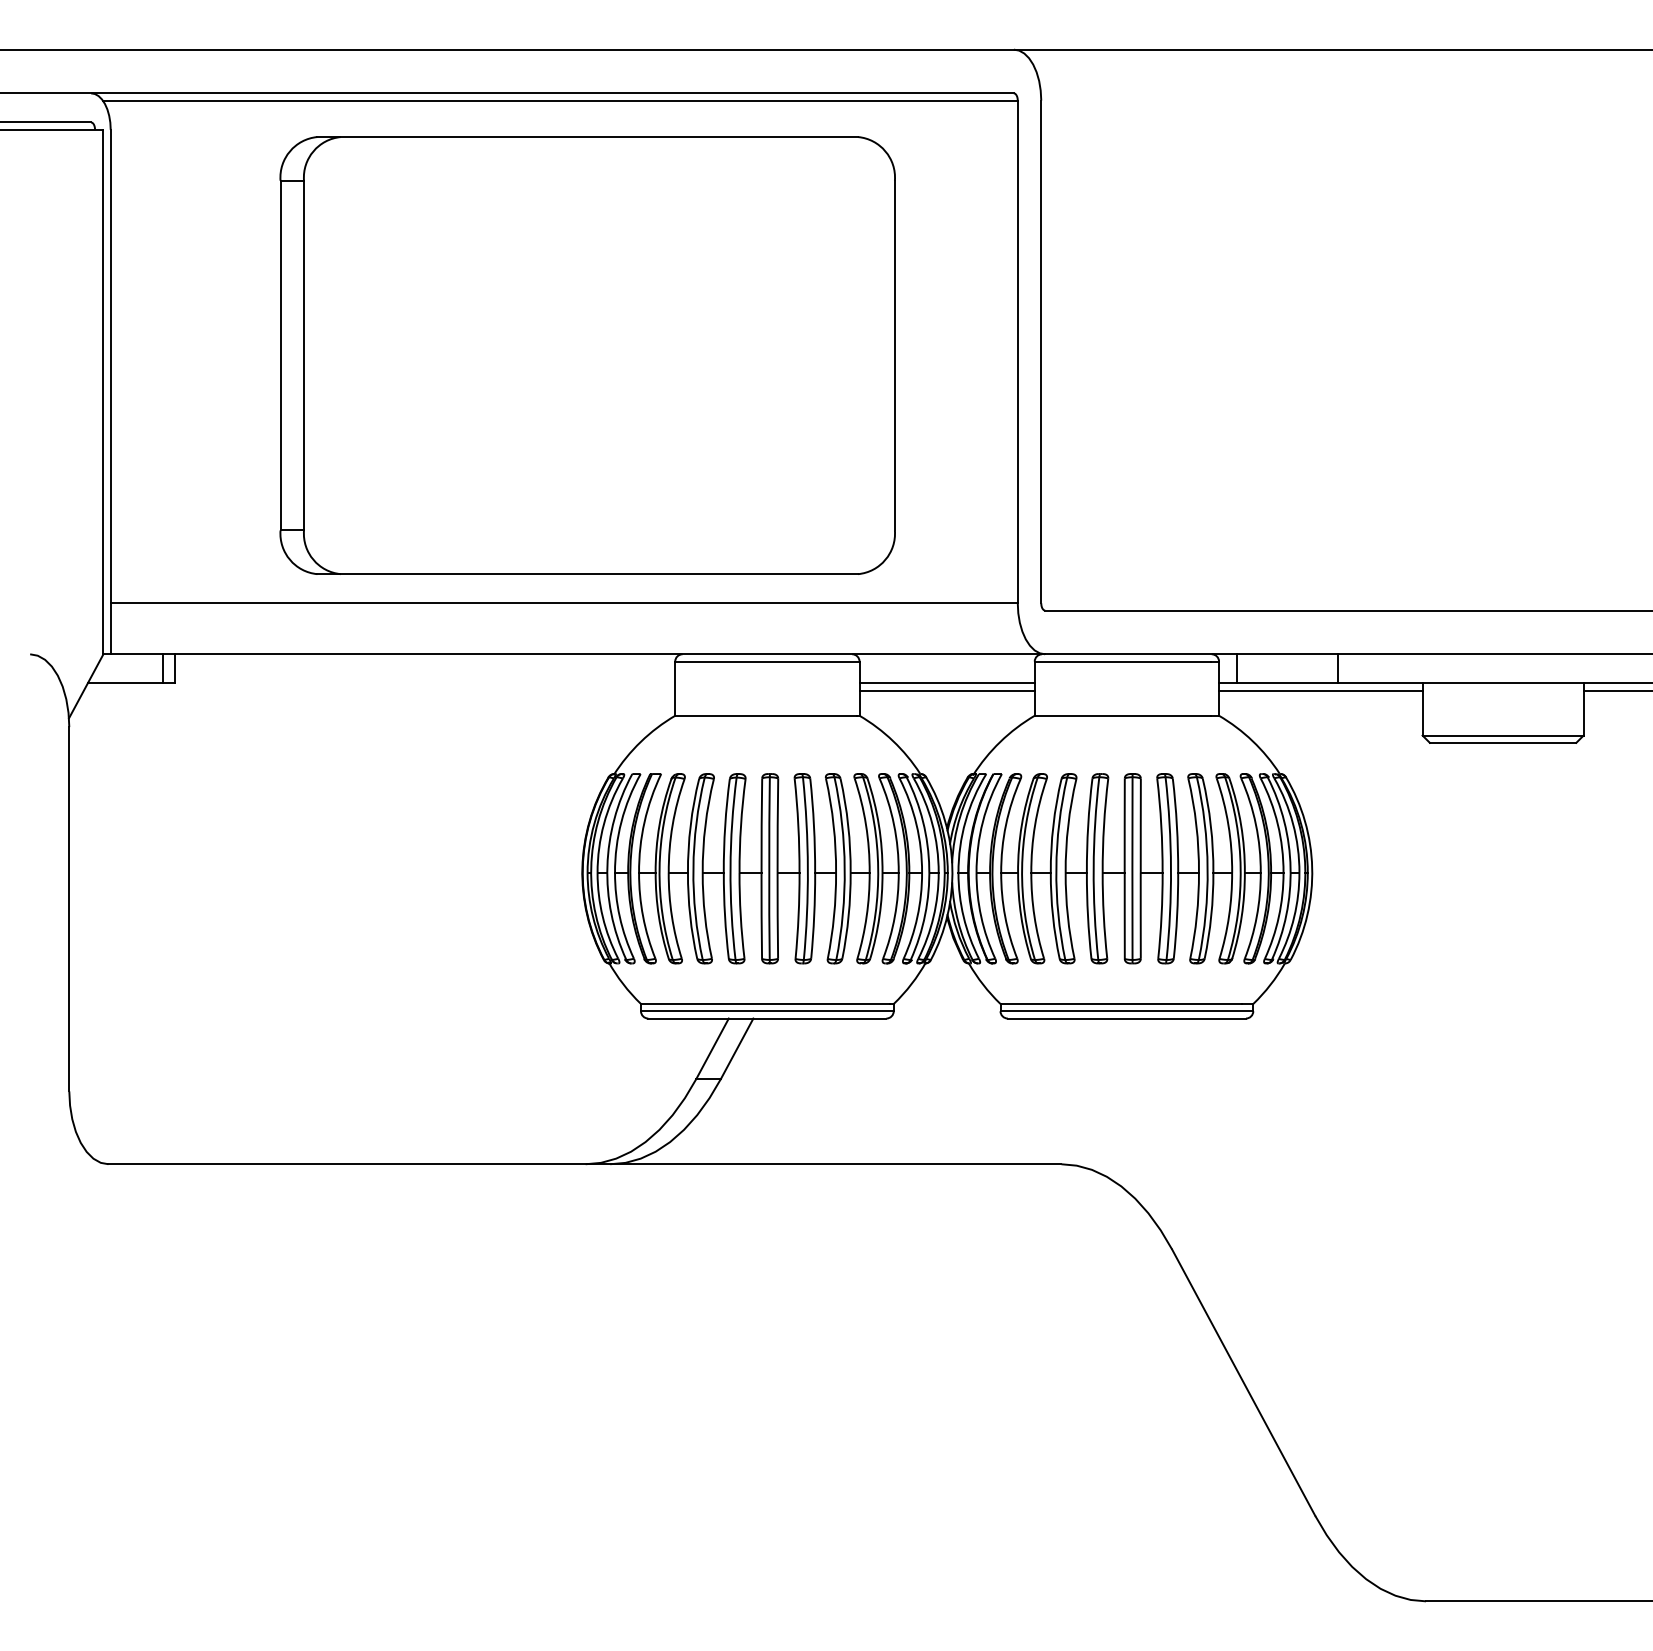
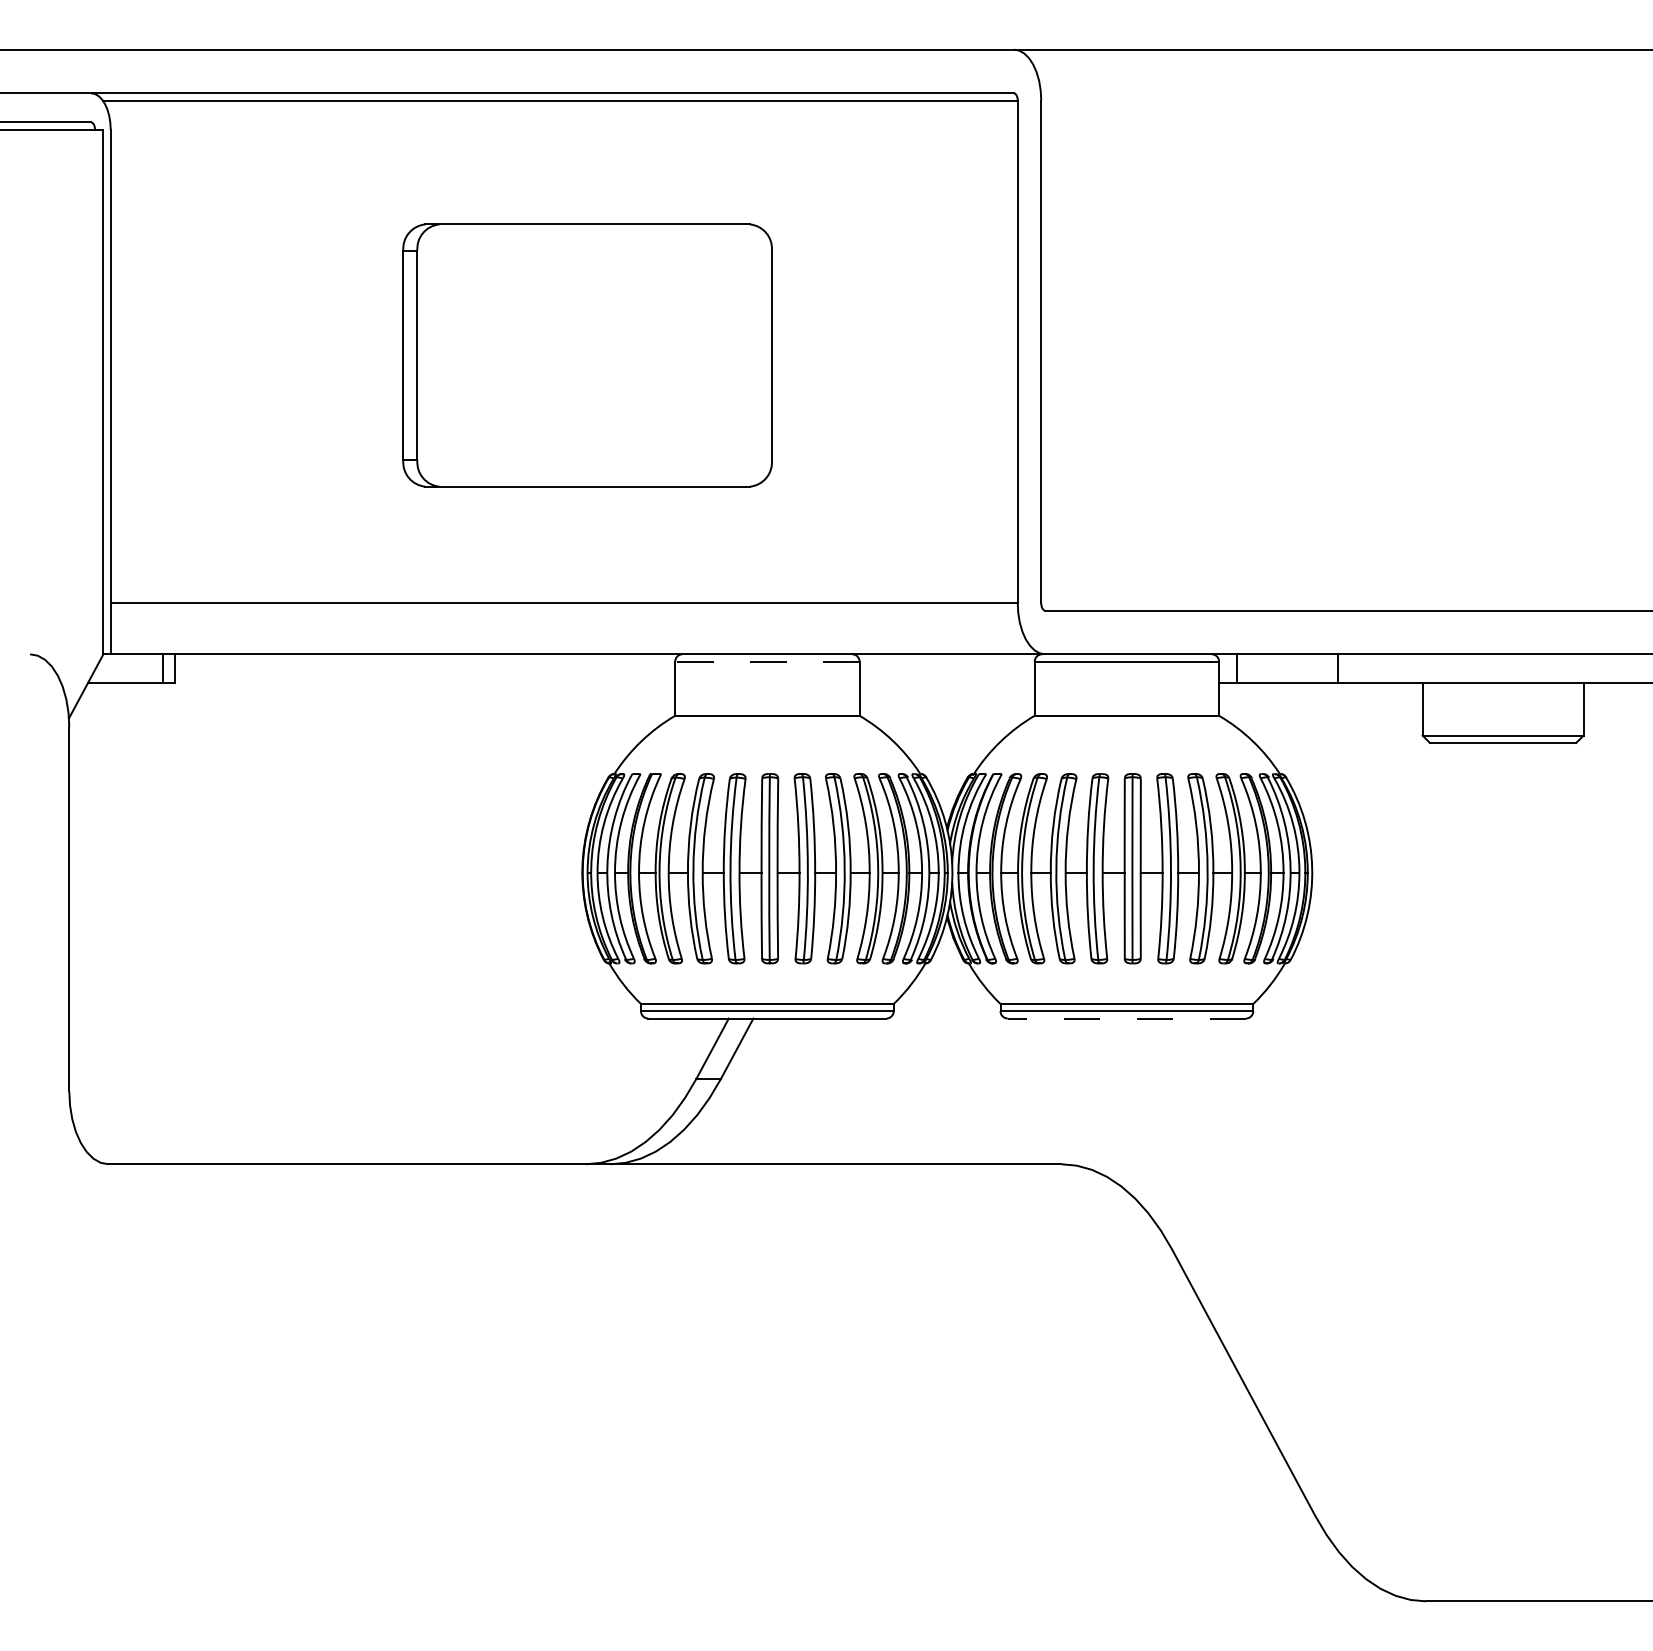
part at (587, 355) size: 617x439 px -> 371x265 px
line at (766, 661): solid -> dashed
line at (946, 683): present -> none
line at (946, 690): present -> none
line at (1320, 690): present -> none
line at (1616, 690): present -> none
line at (1126, 1018): solid -> dashed
